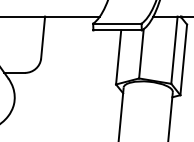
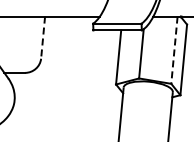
line at (43, 38): solid -> dashed
line at (174, 50): solid -> dashed
